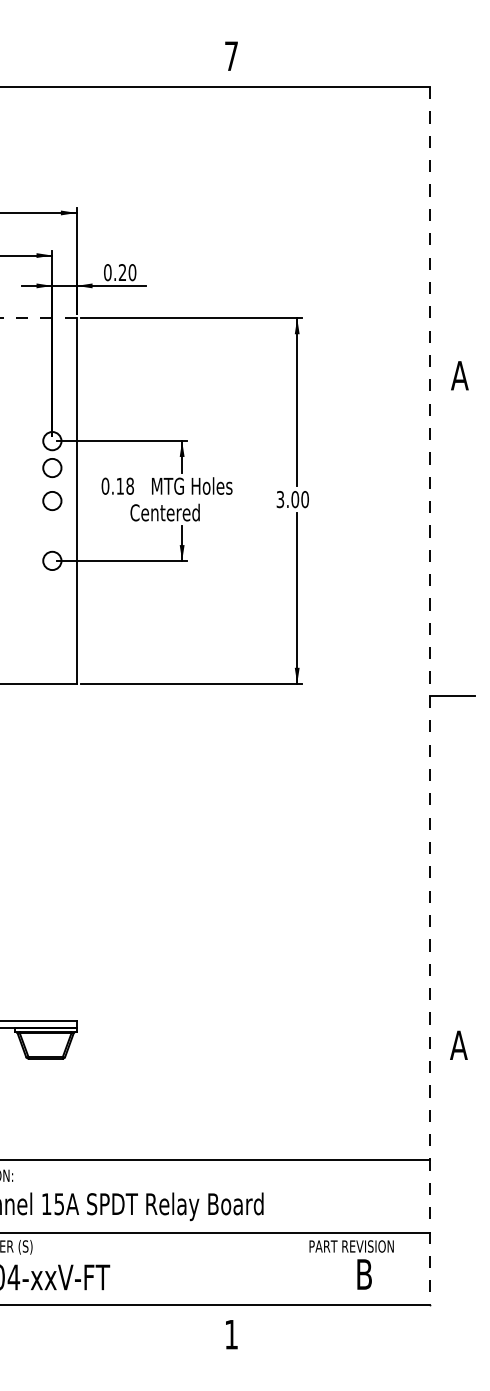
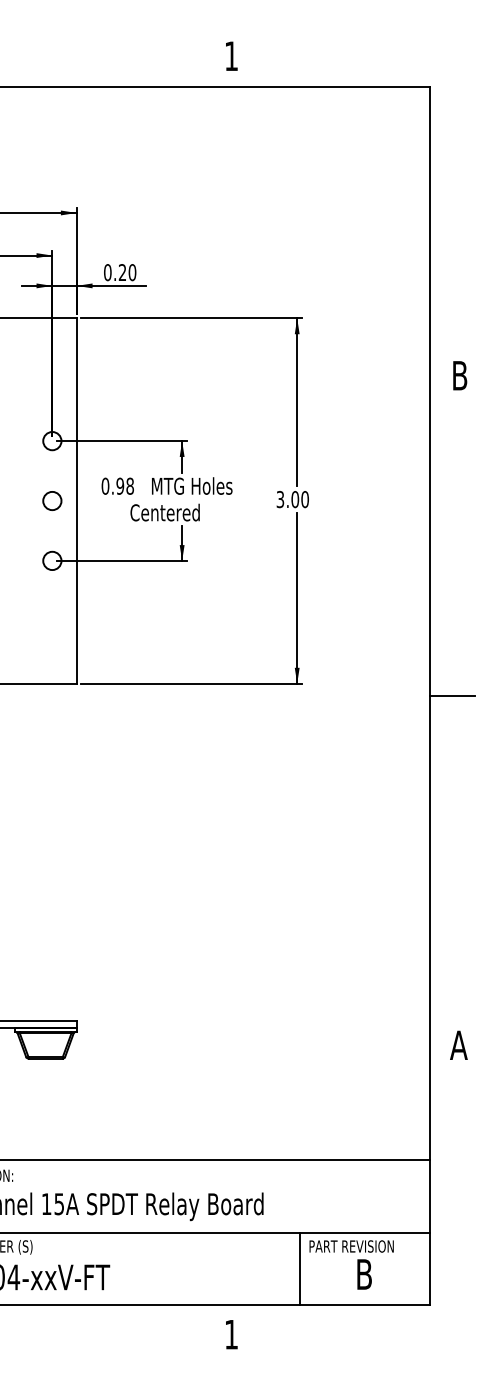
text at (231, 55): 7 -> 1
line at (38, 318): dashed -> solid
text at (459, 375): A -> B
circle at (52, 467): present -> none
text at (120, 485): 0.18 -> 0.98
line at (429, 695): dashed -> solid
line at (300, 1268): none -> present
